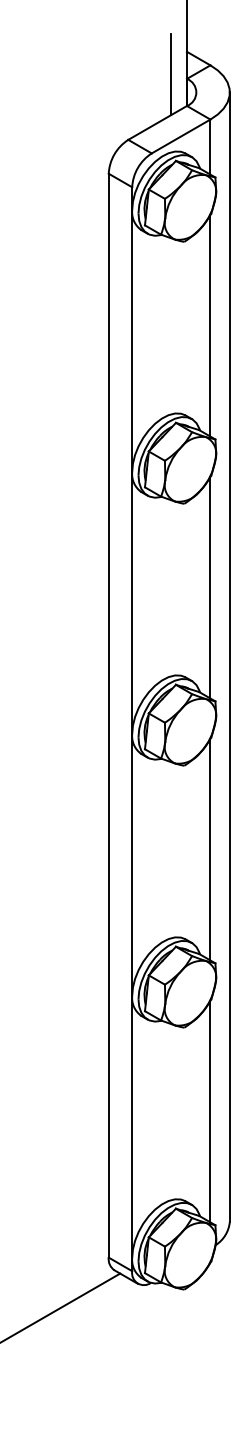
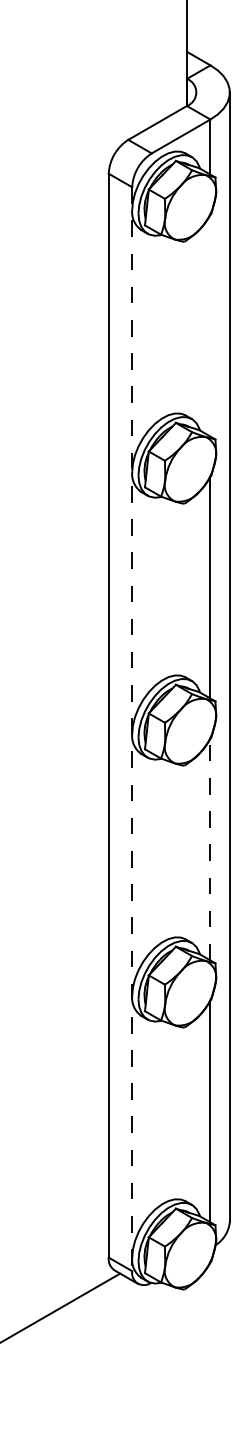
line at (171, 74): present -> none
line at (210, 325): present -> none
line at (132, 729): solid -> dashed
line at (210, 849): solid -> dashed
